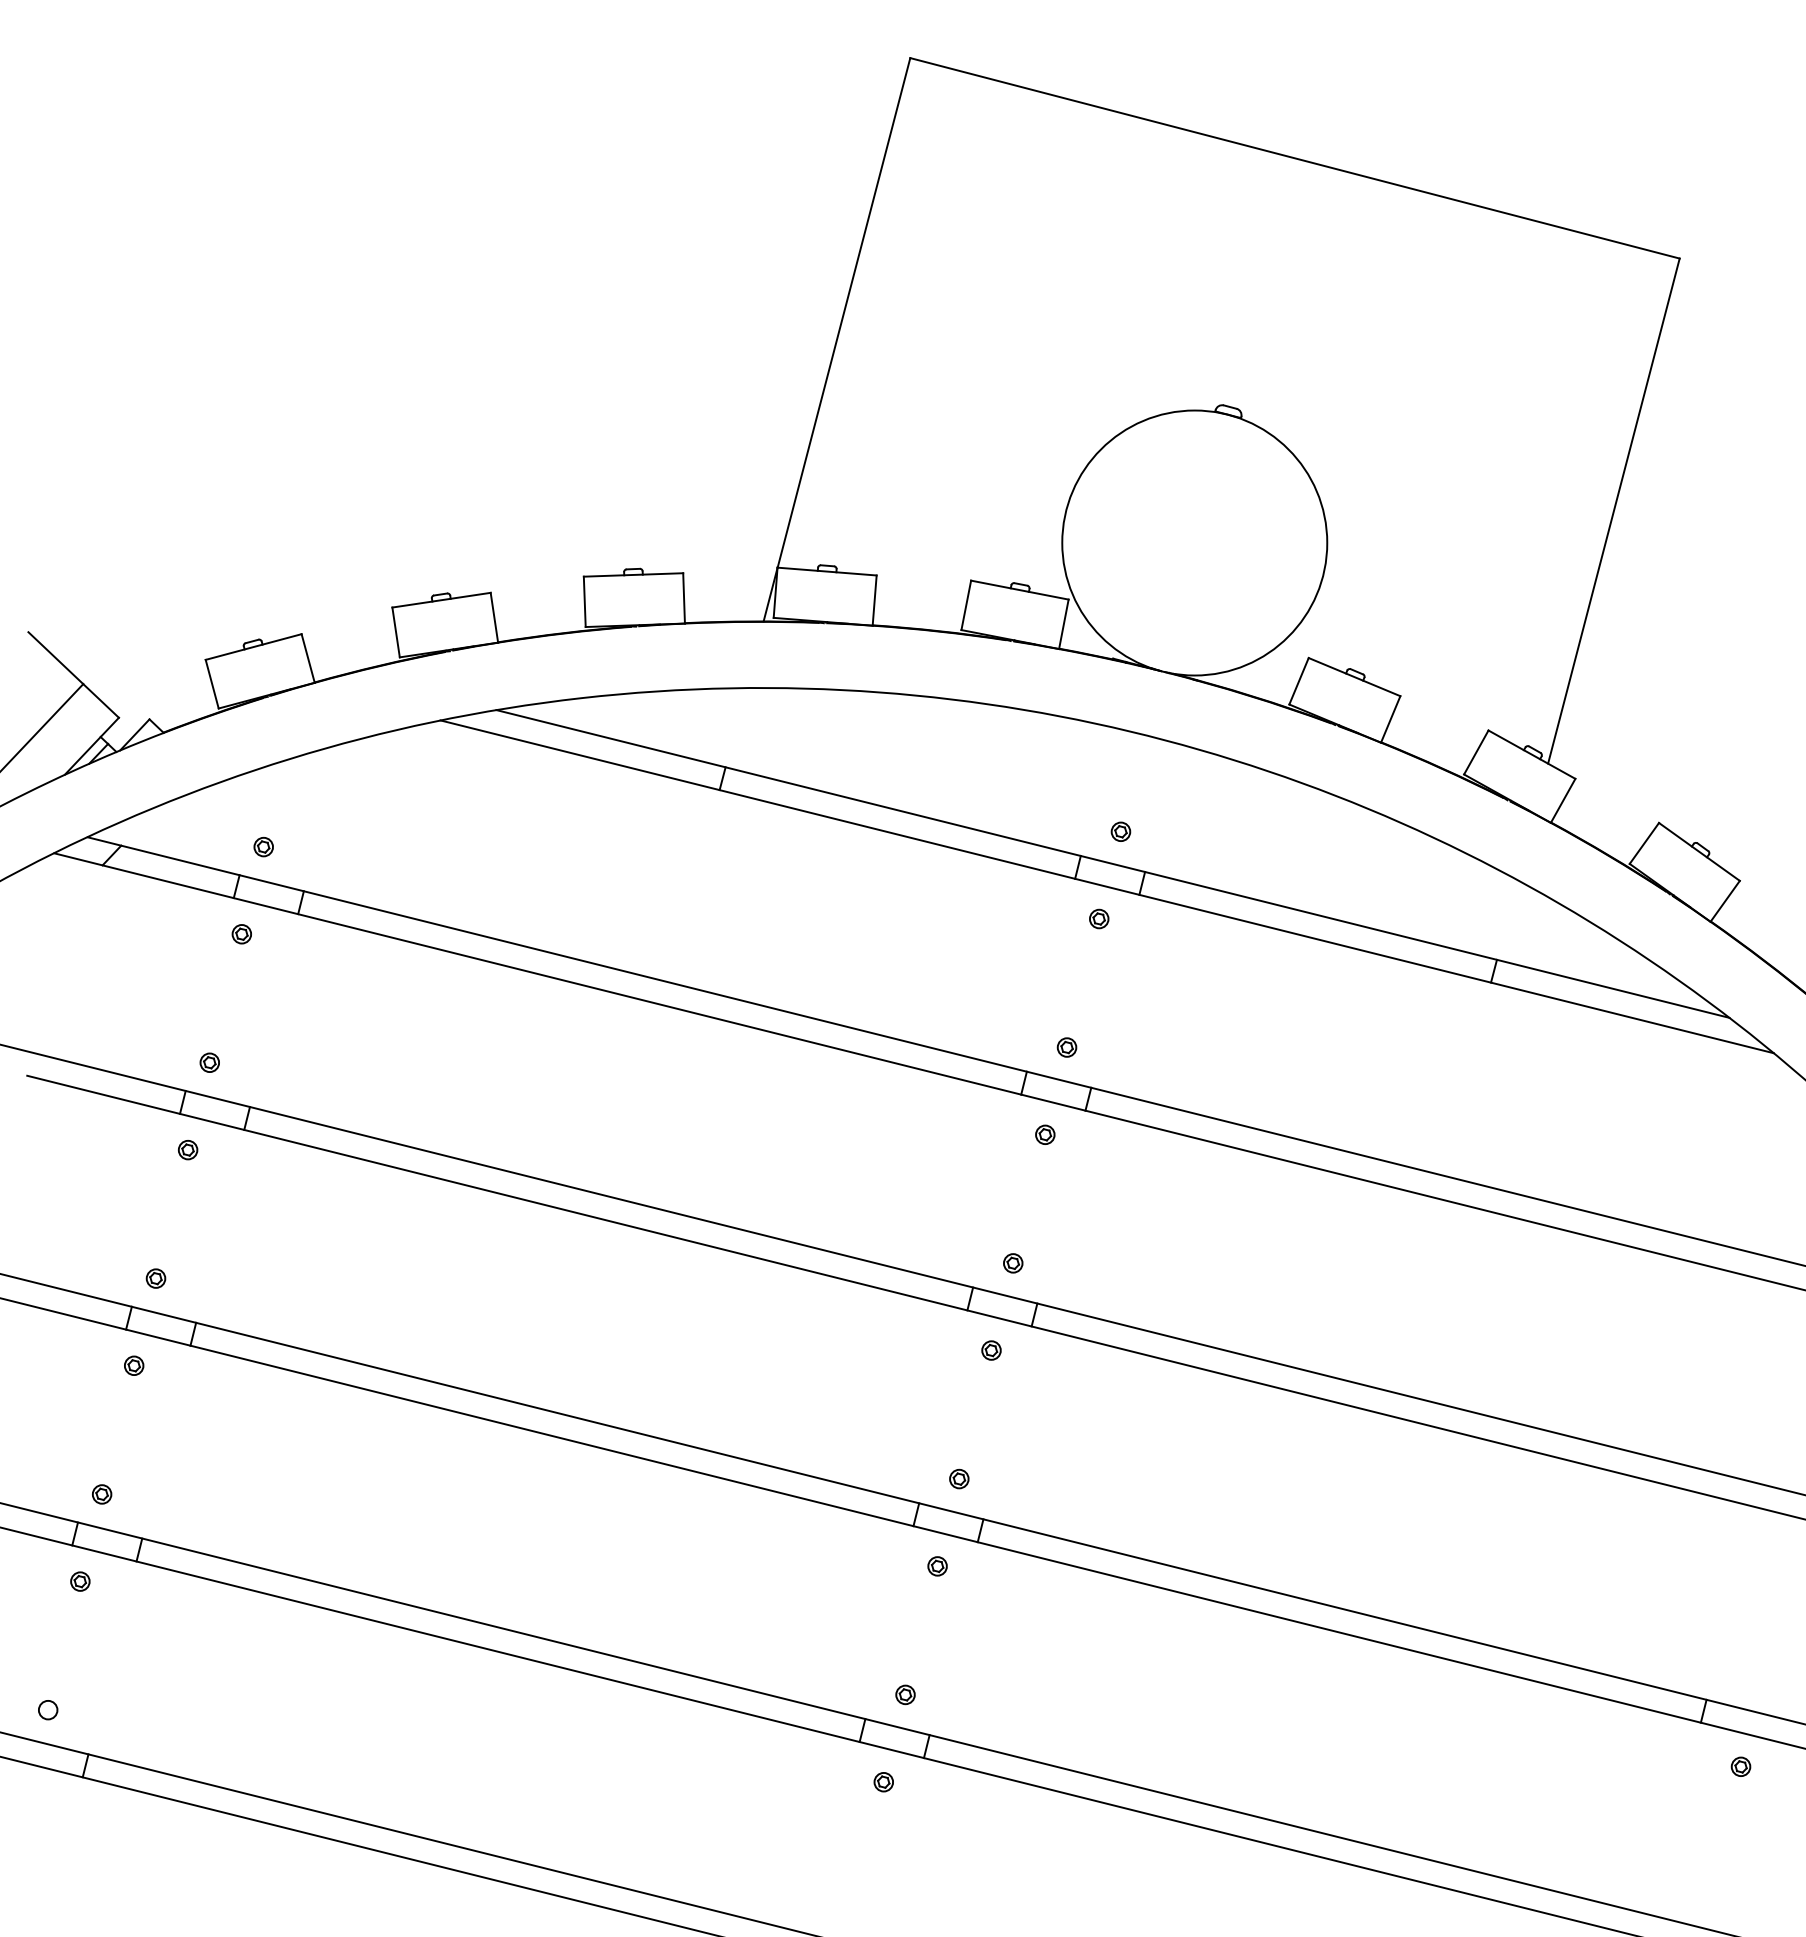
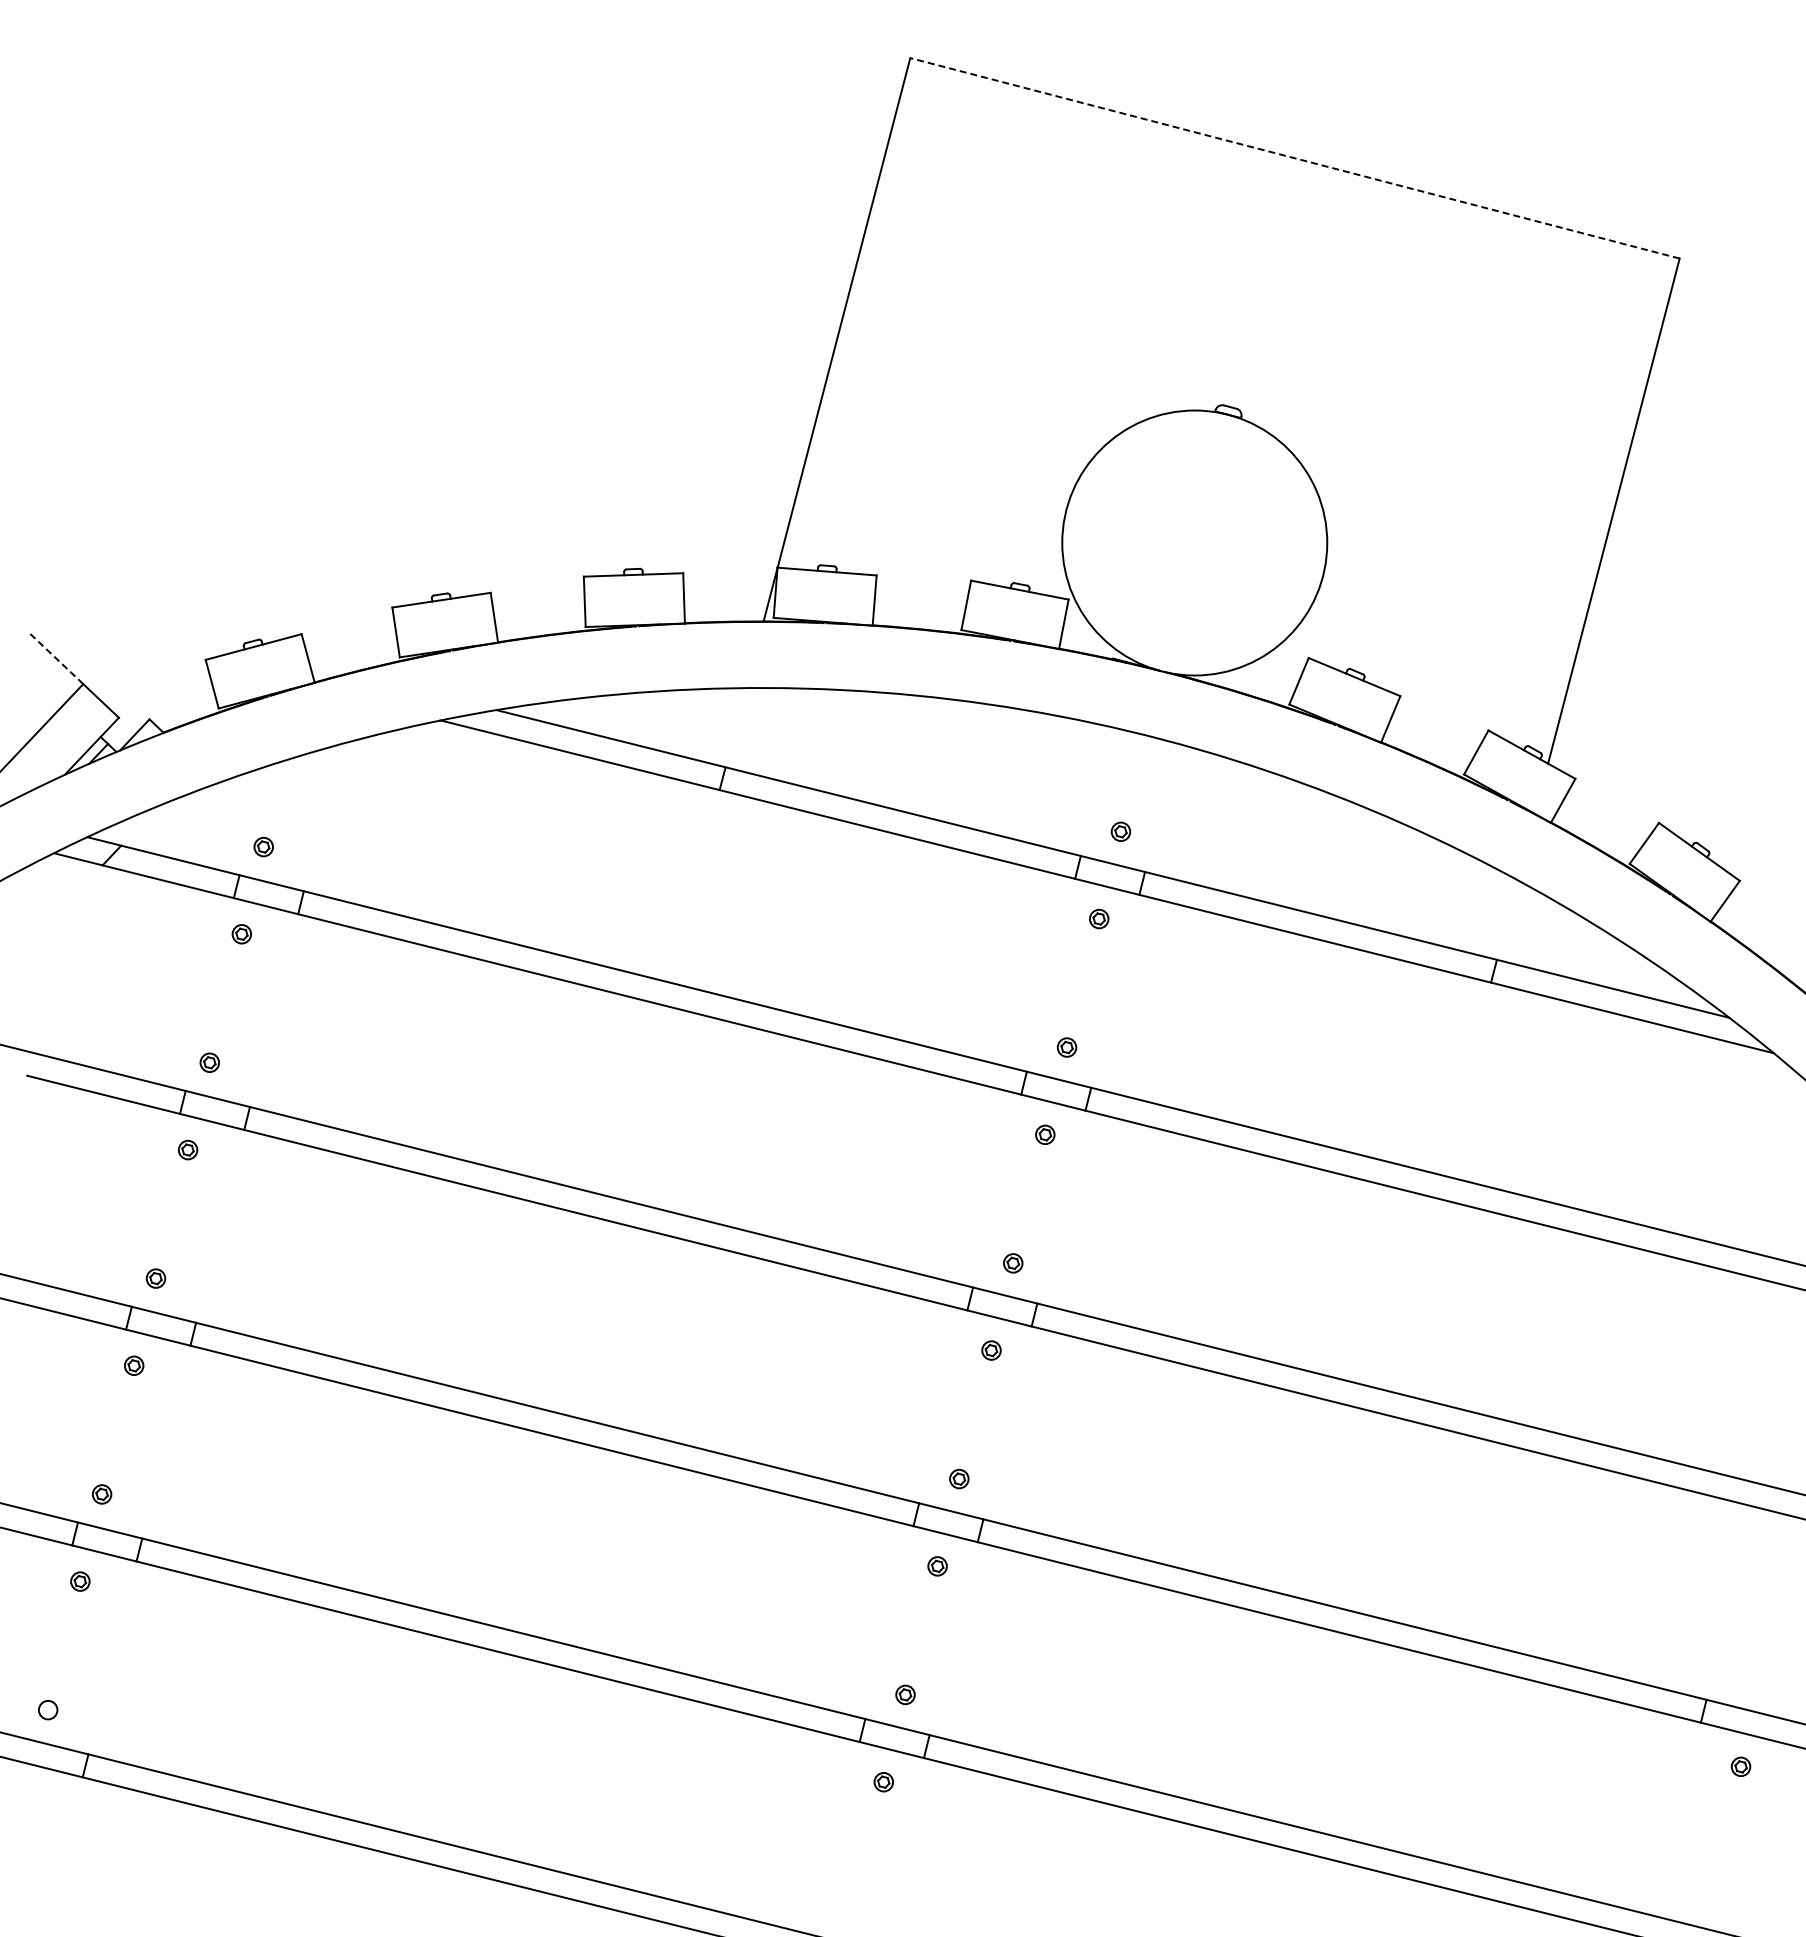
line at (1295, 158): solid -> dashed
line at (55, 658): solid -> dashed
